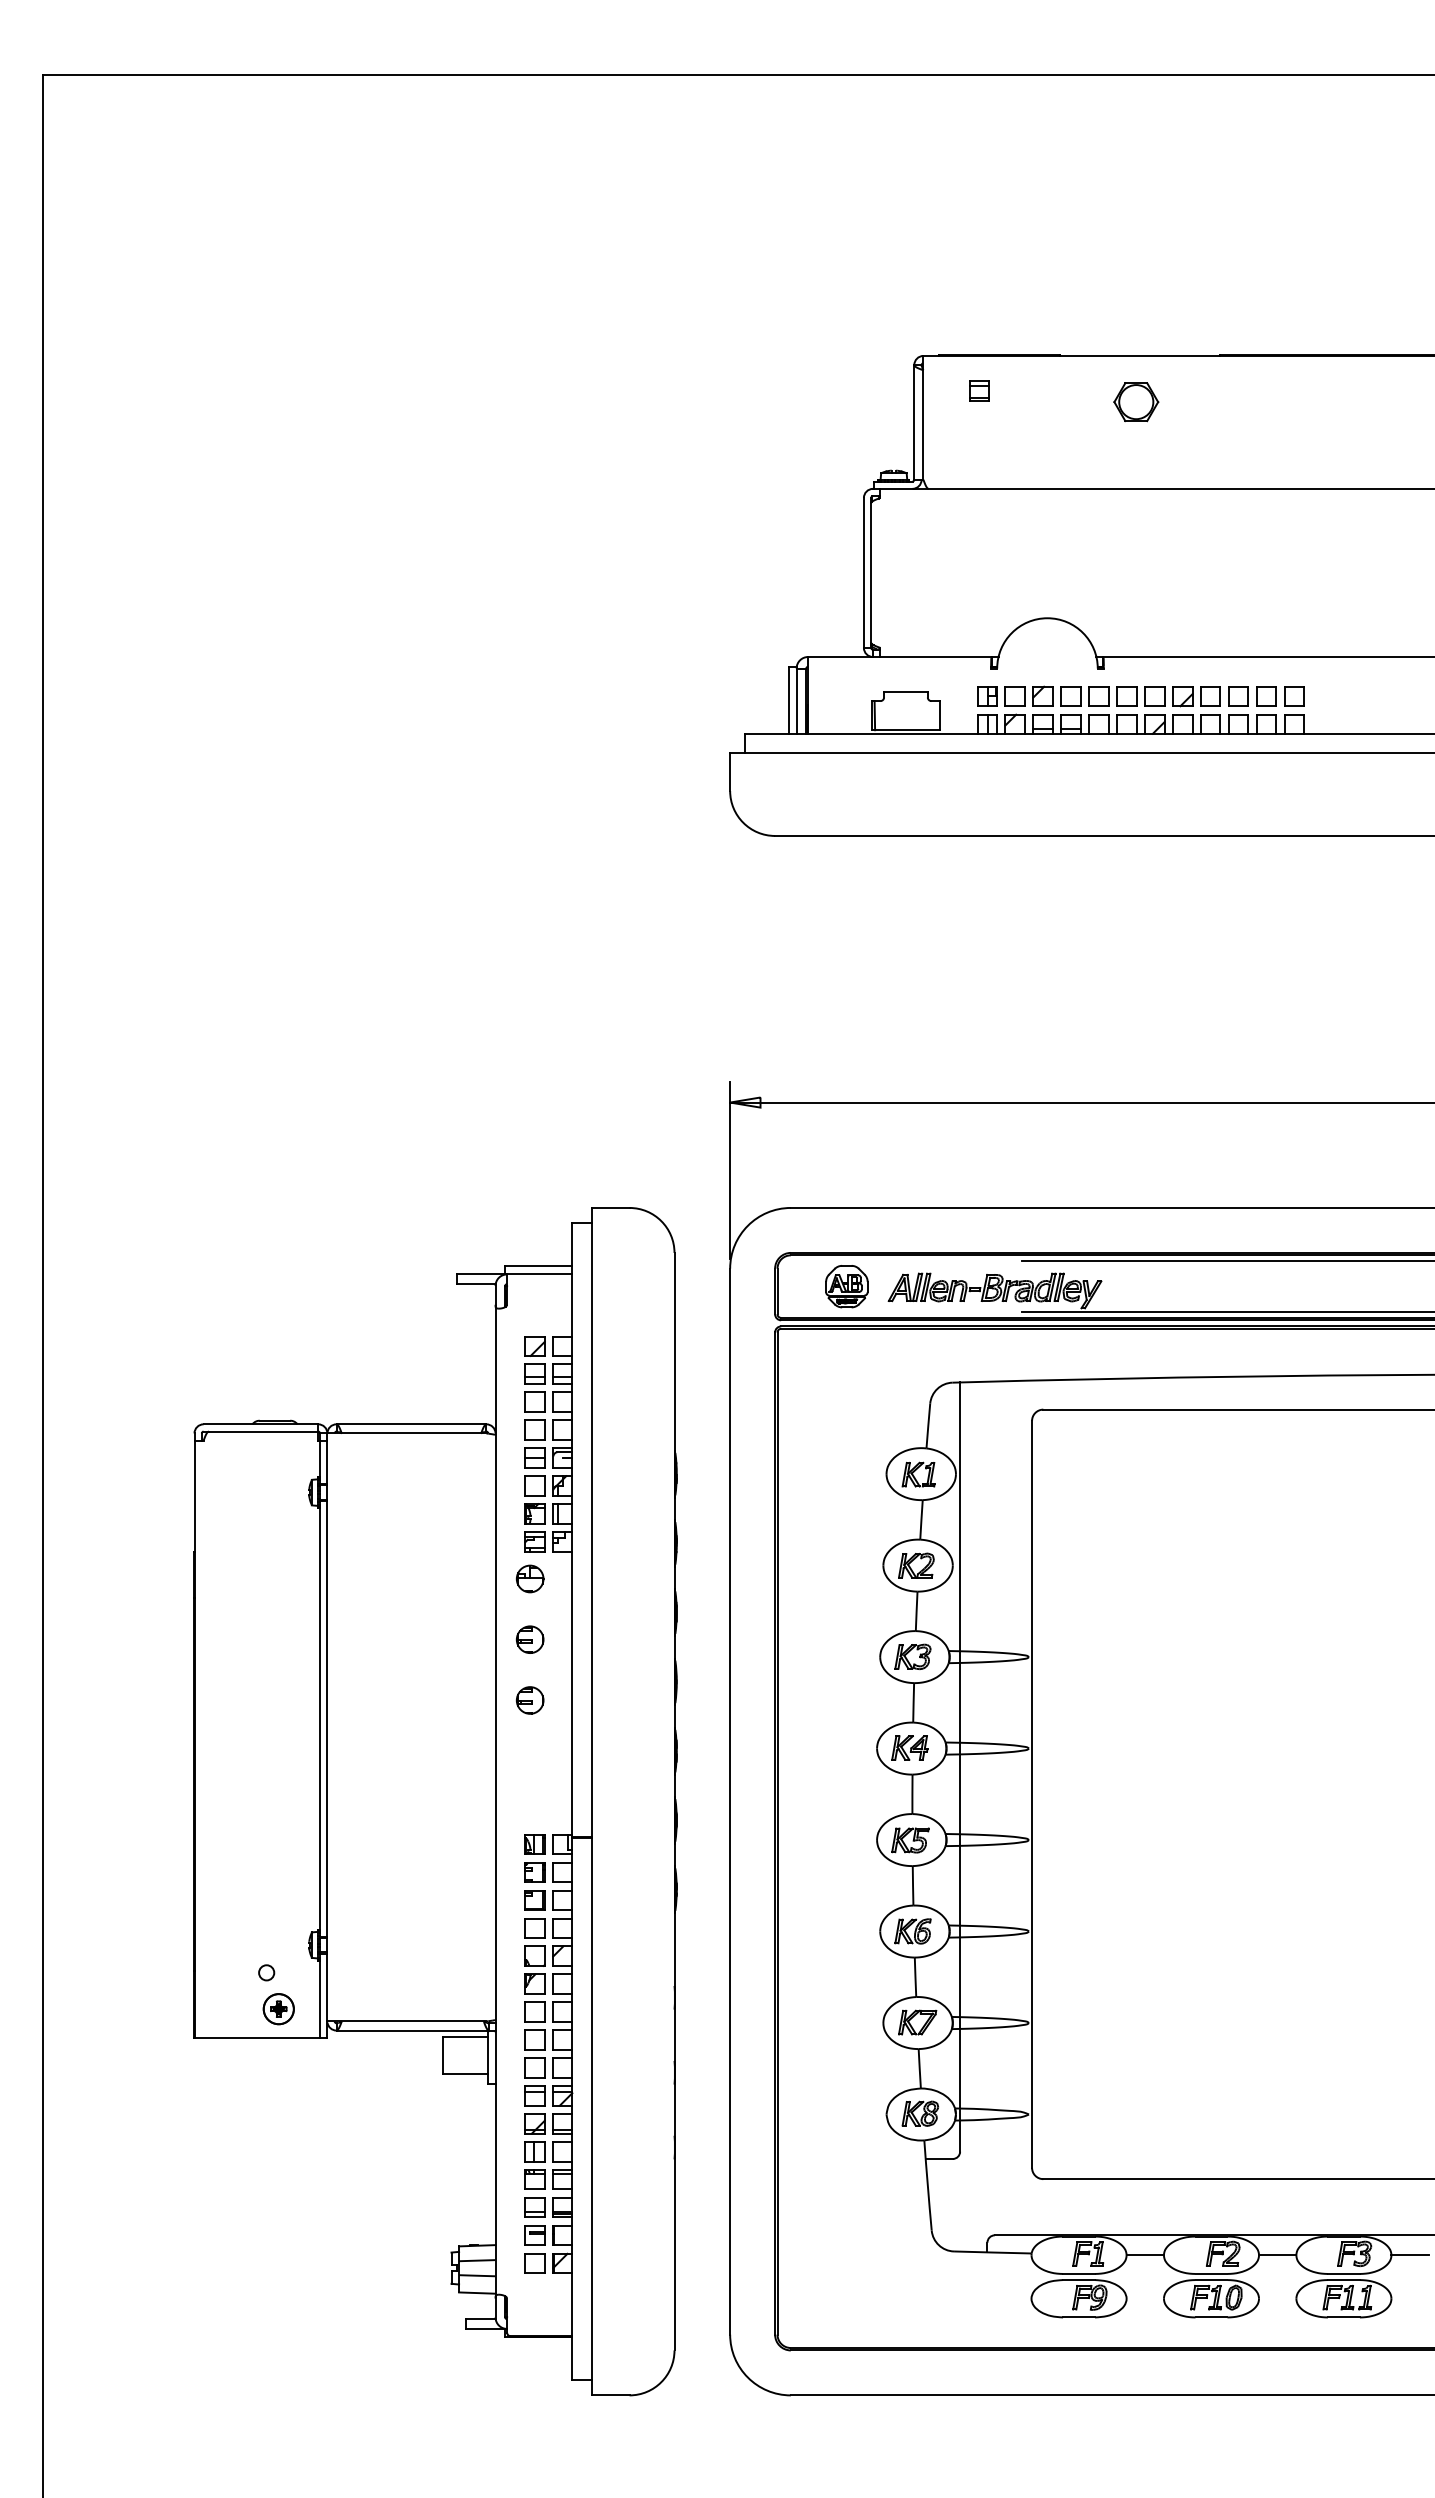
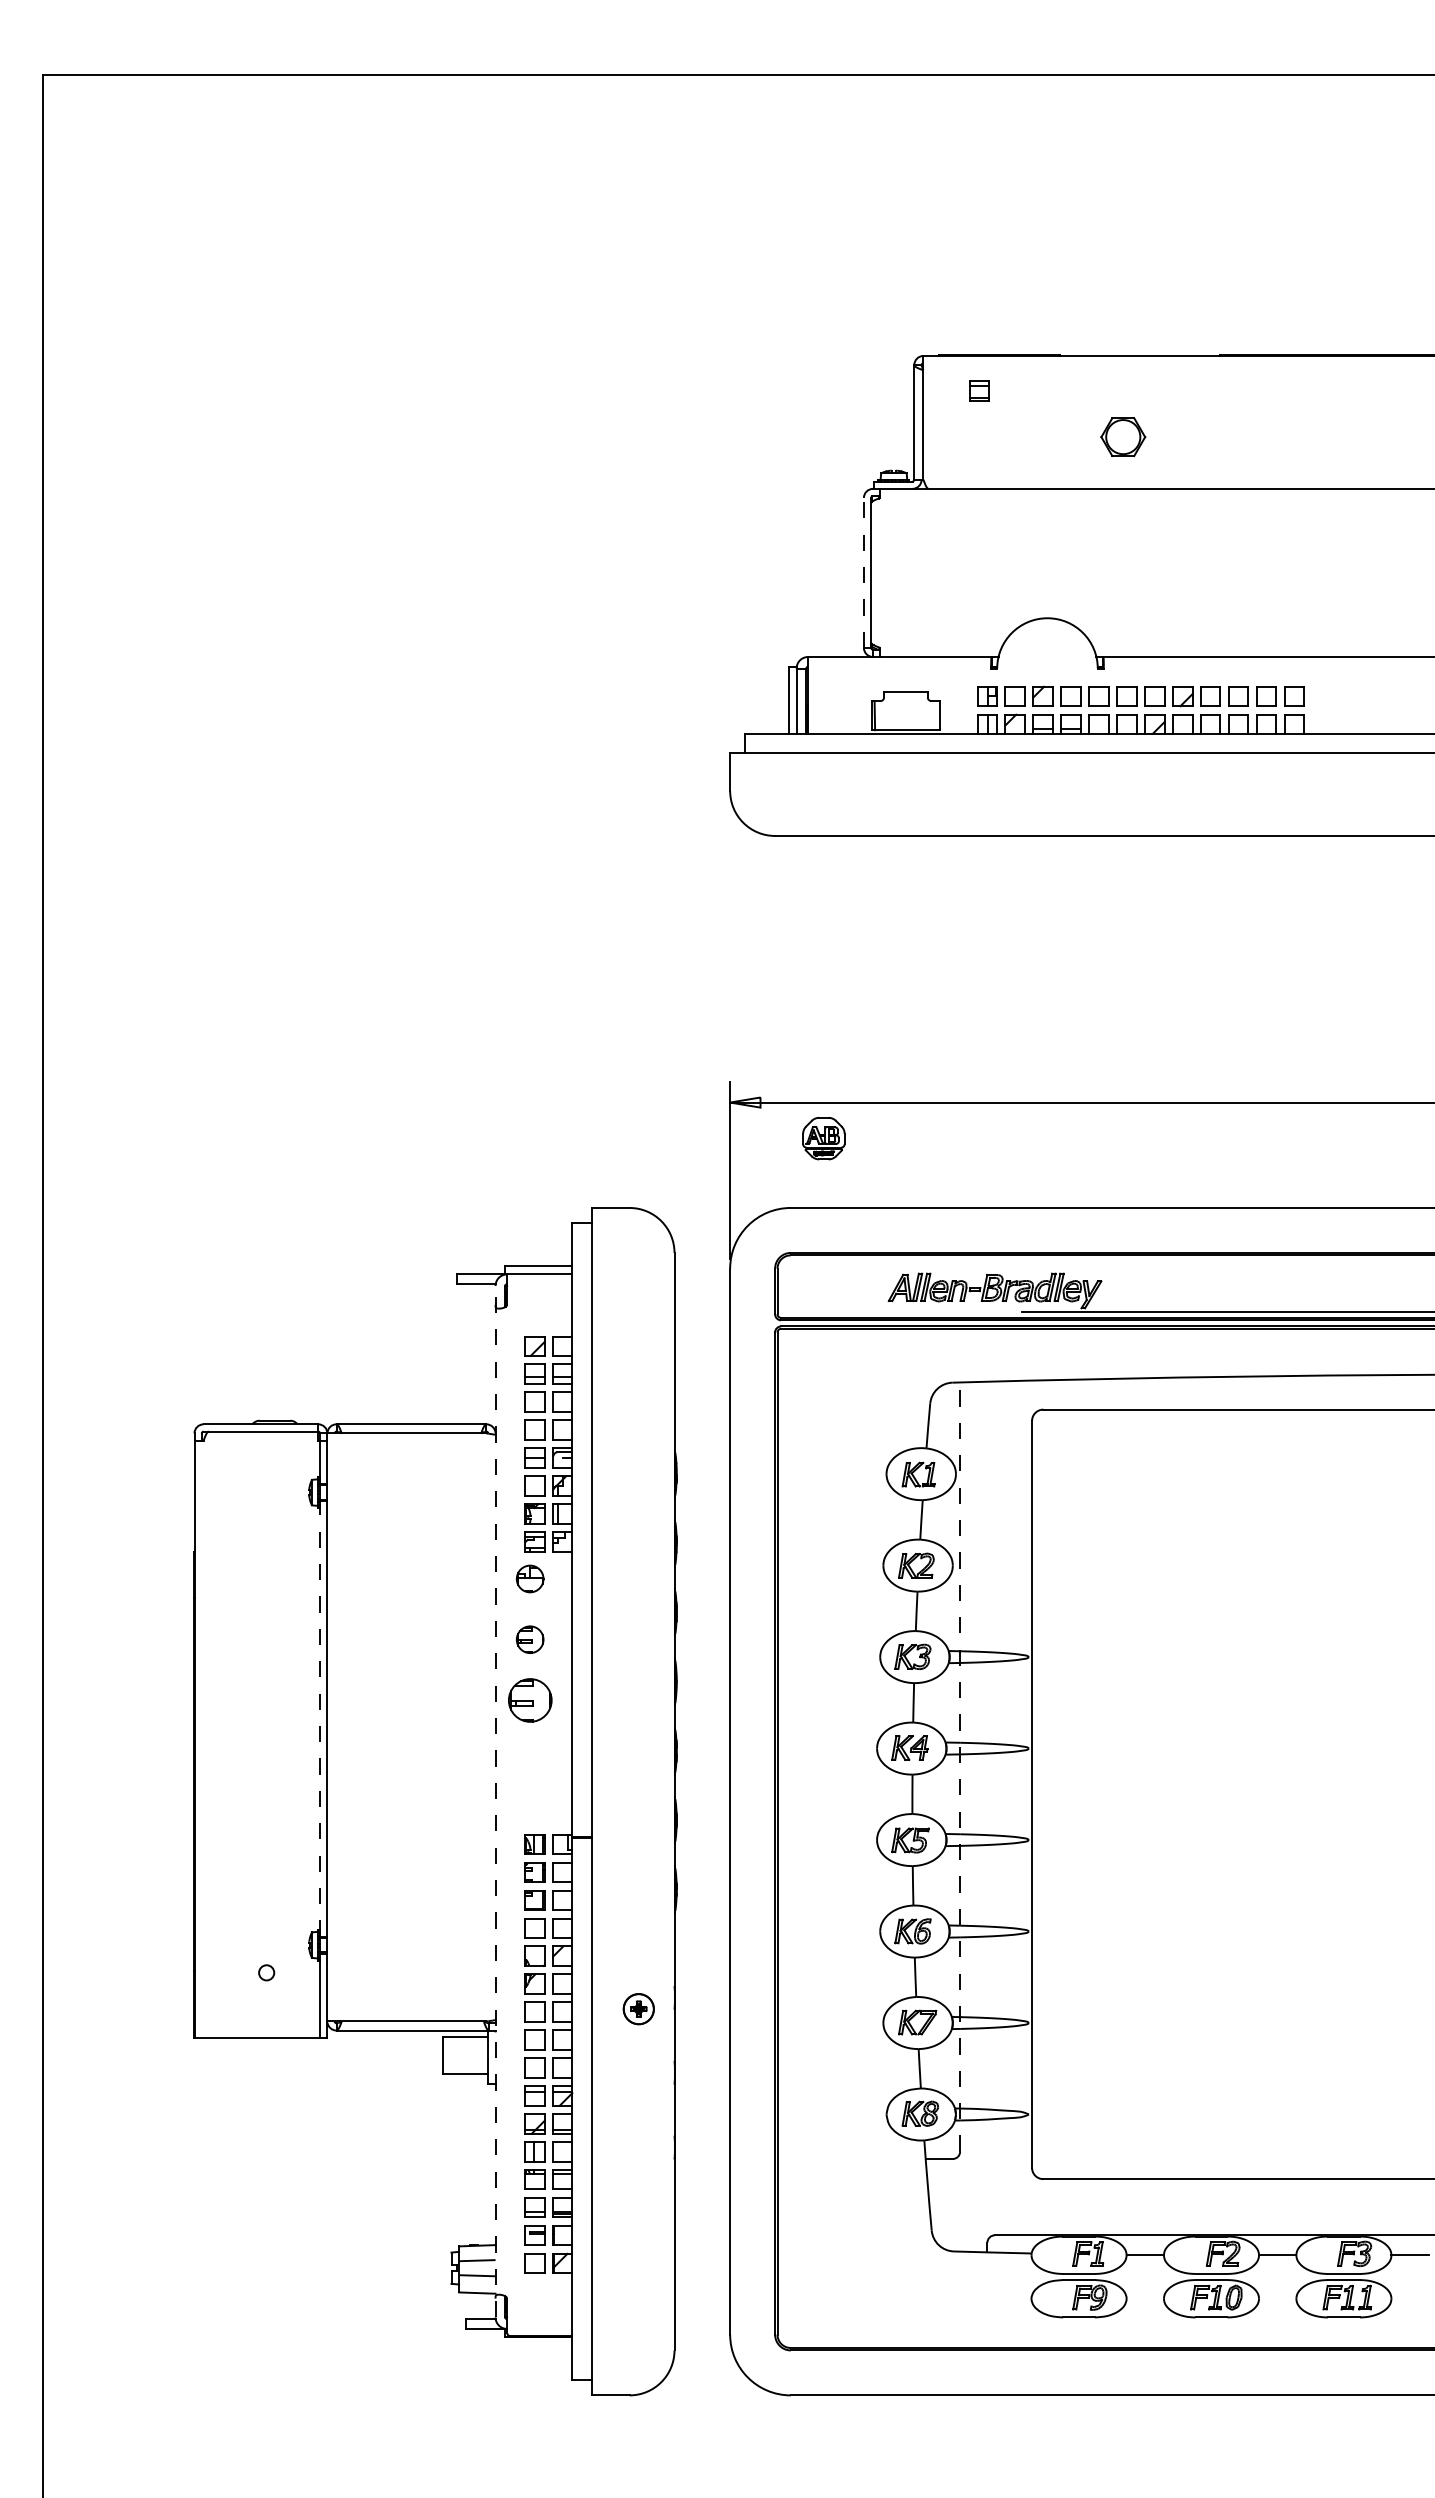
part at (1136, 402) position: (1136, 402) -> (1123, 437)
line at (863, 572): solid -> dashed
line at (1226, 1261): present -> none
part at (846, 1286) position: (846, 1286) -> (823, 1138)
part at (529, 1700) size: 30x29 px -> 45x45 px
line at (320, 1718): solid -> dashed
line at (960, 1767): solid -> dashed
line at (495, 1801): solid -> dashed
part at (278, 2009) position: (278, 2009) -> (638, 2009)
